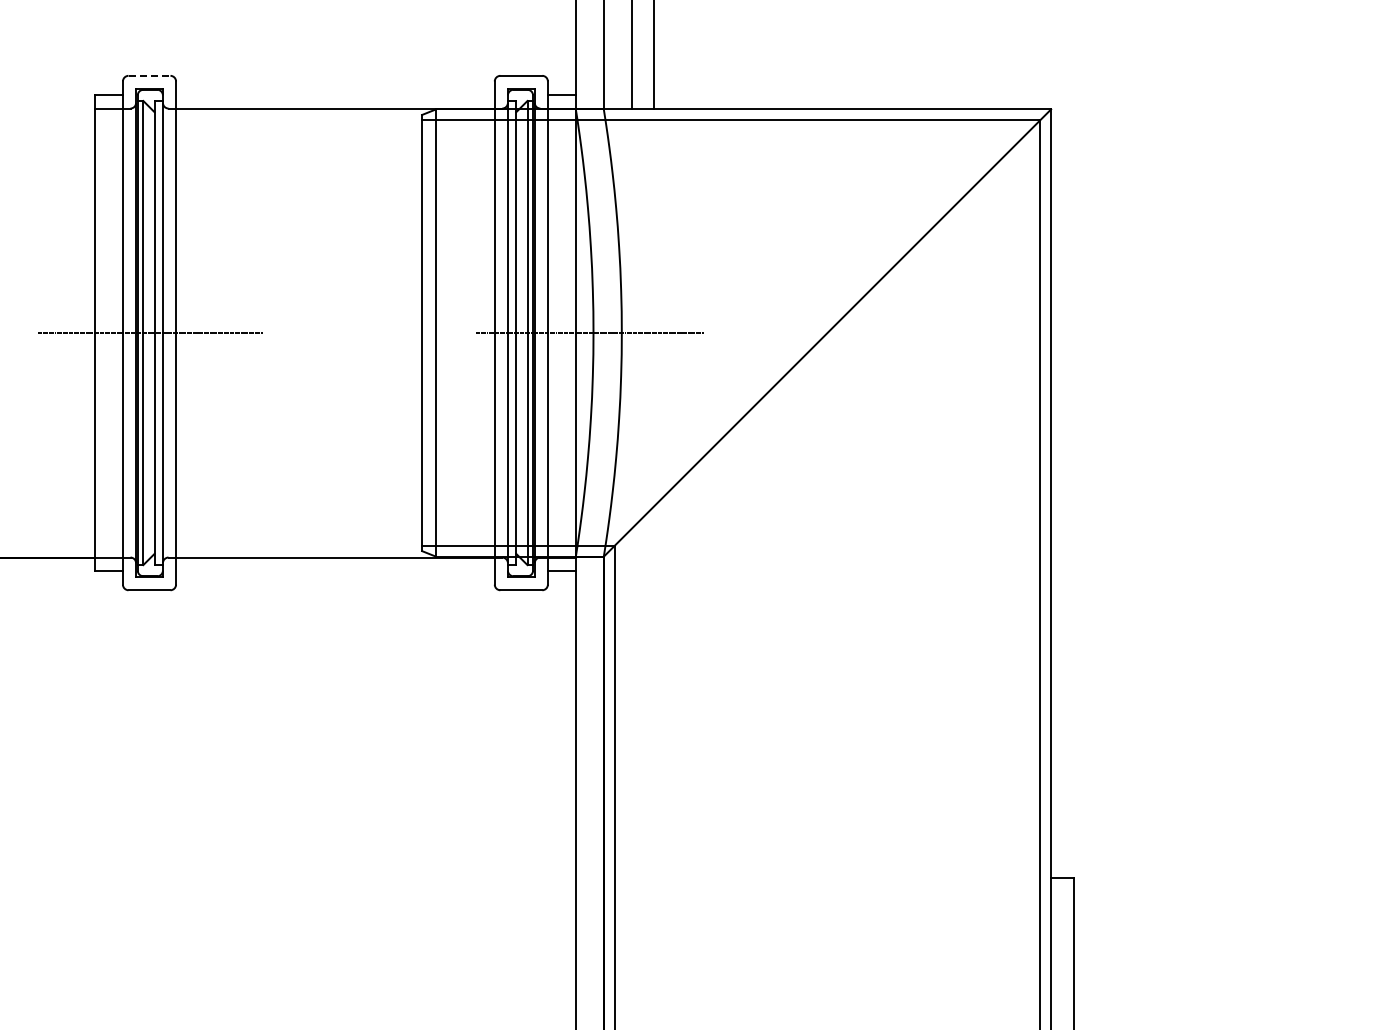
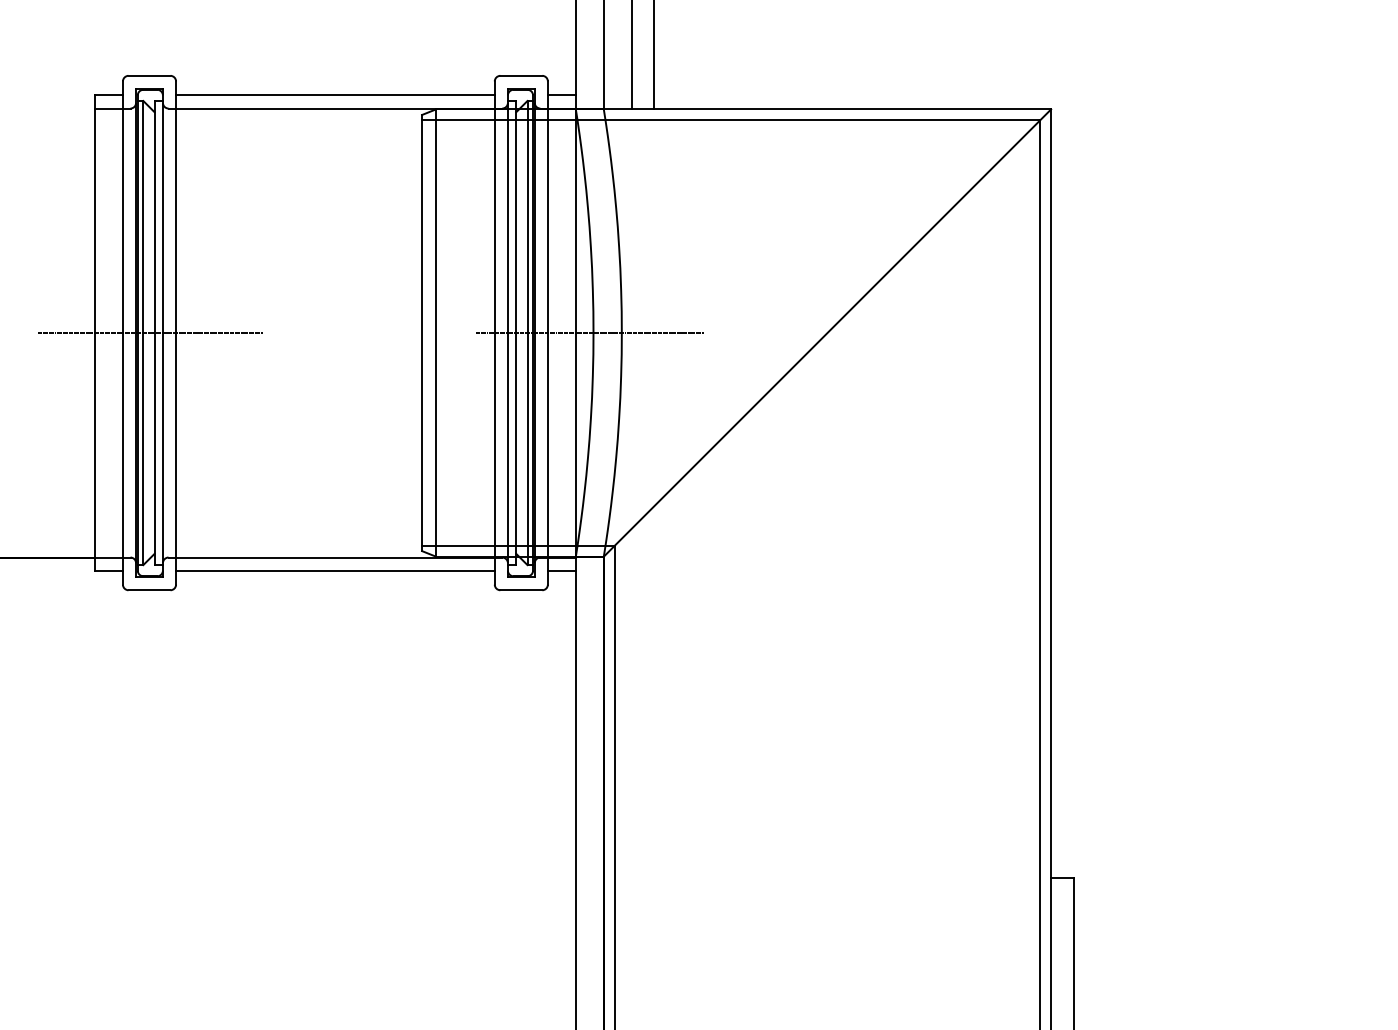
line at (149, 75): dashed -> solid
line at (335, 95): none -> present
line at (335, 570): none -> present
